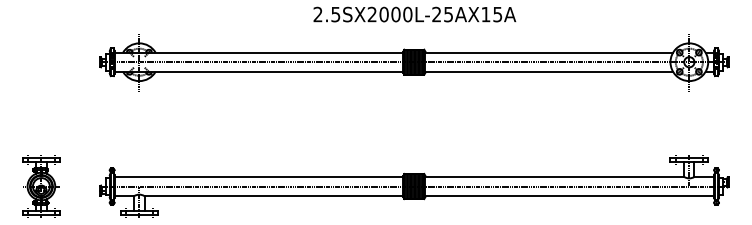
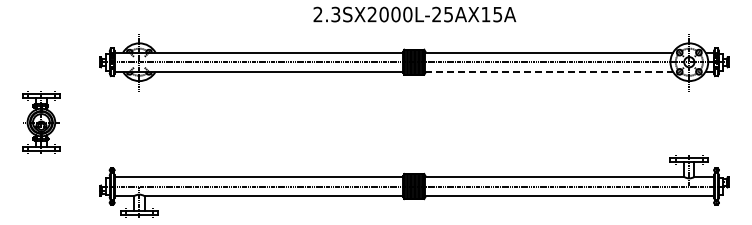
text at (335, 13): 2.5SX2000L-25AX15A -> 2.3SX2000L-25AX15A
line at (549, 71): solid -> dashed
part at (41, 186) position: (41, 186) -> (41, 122)
